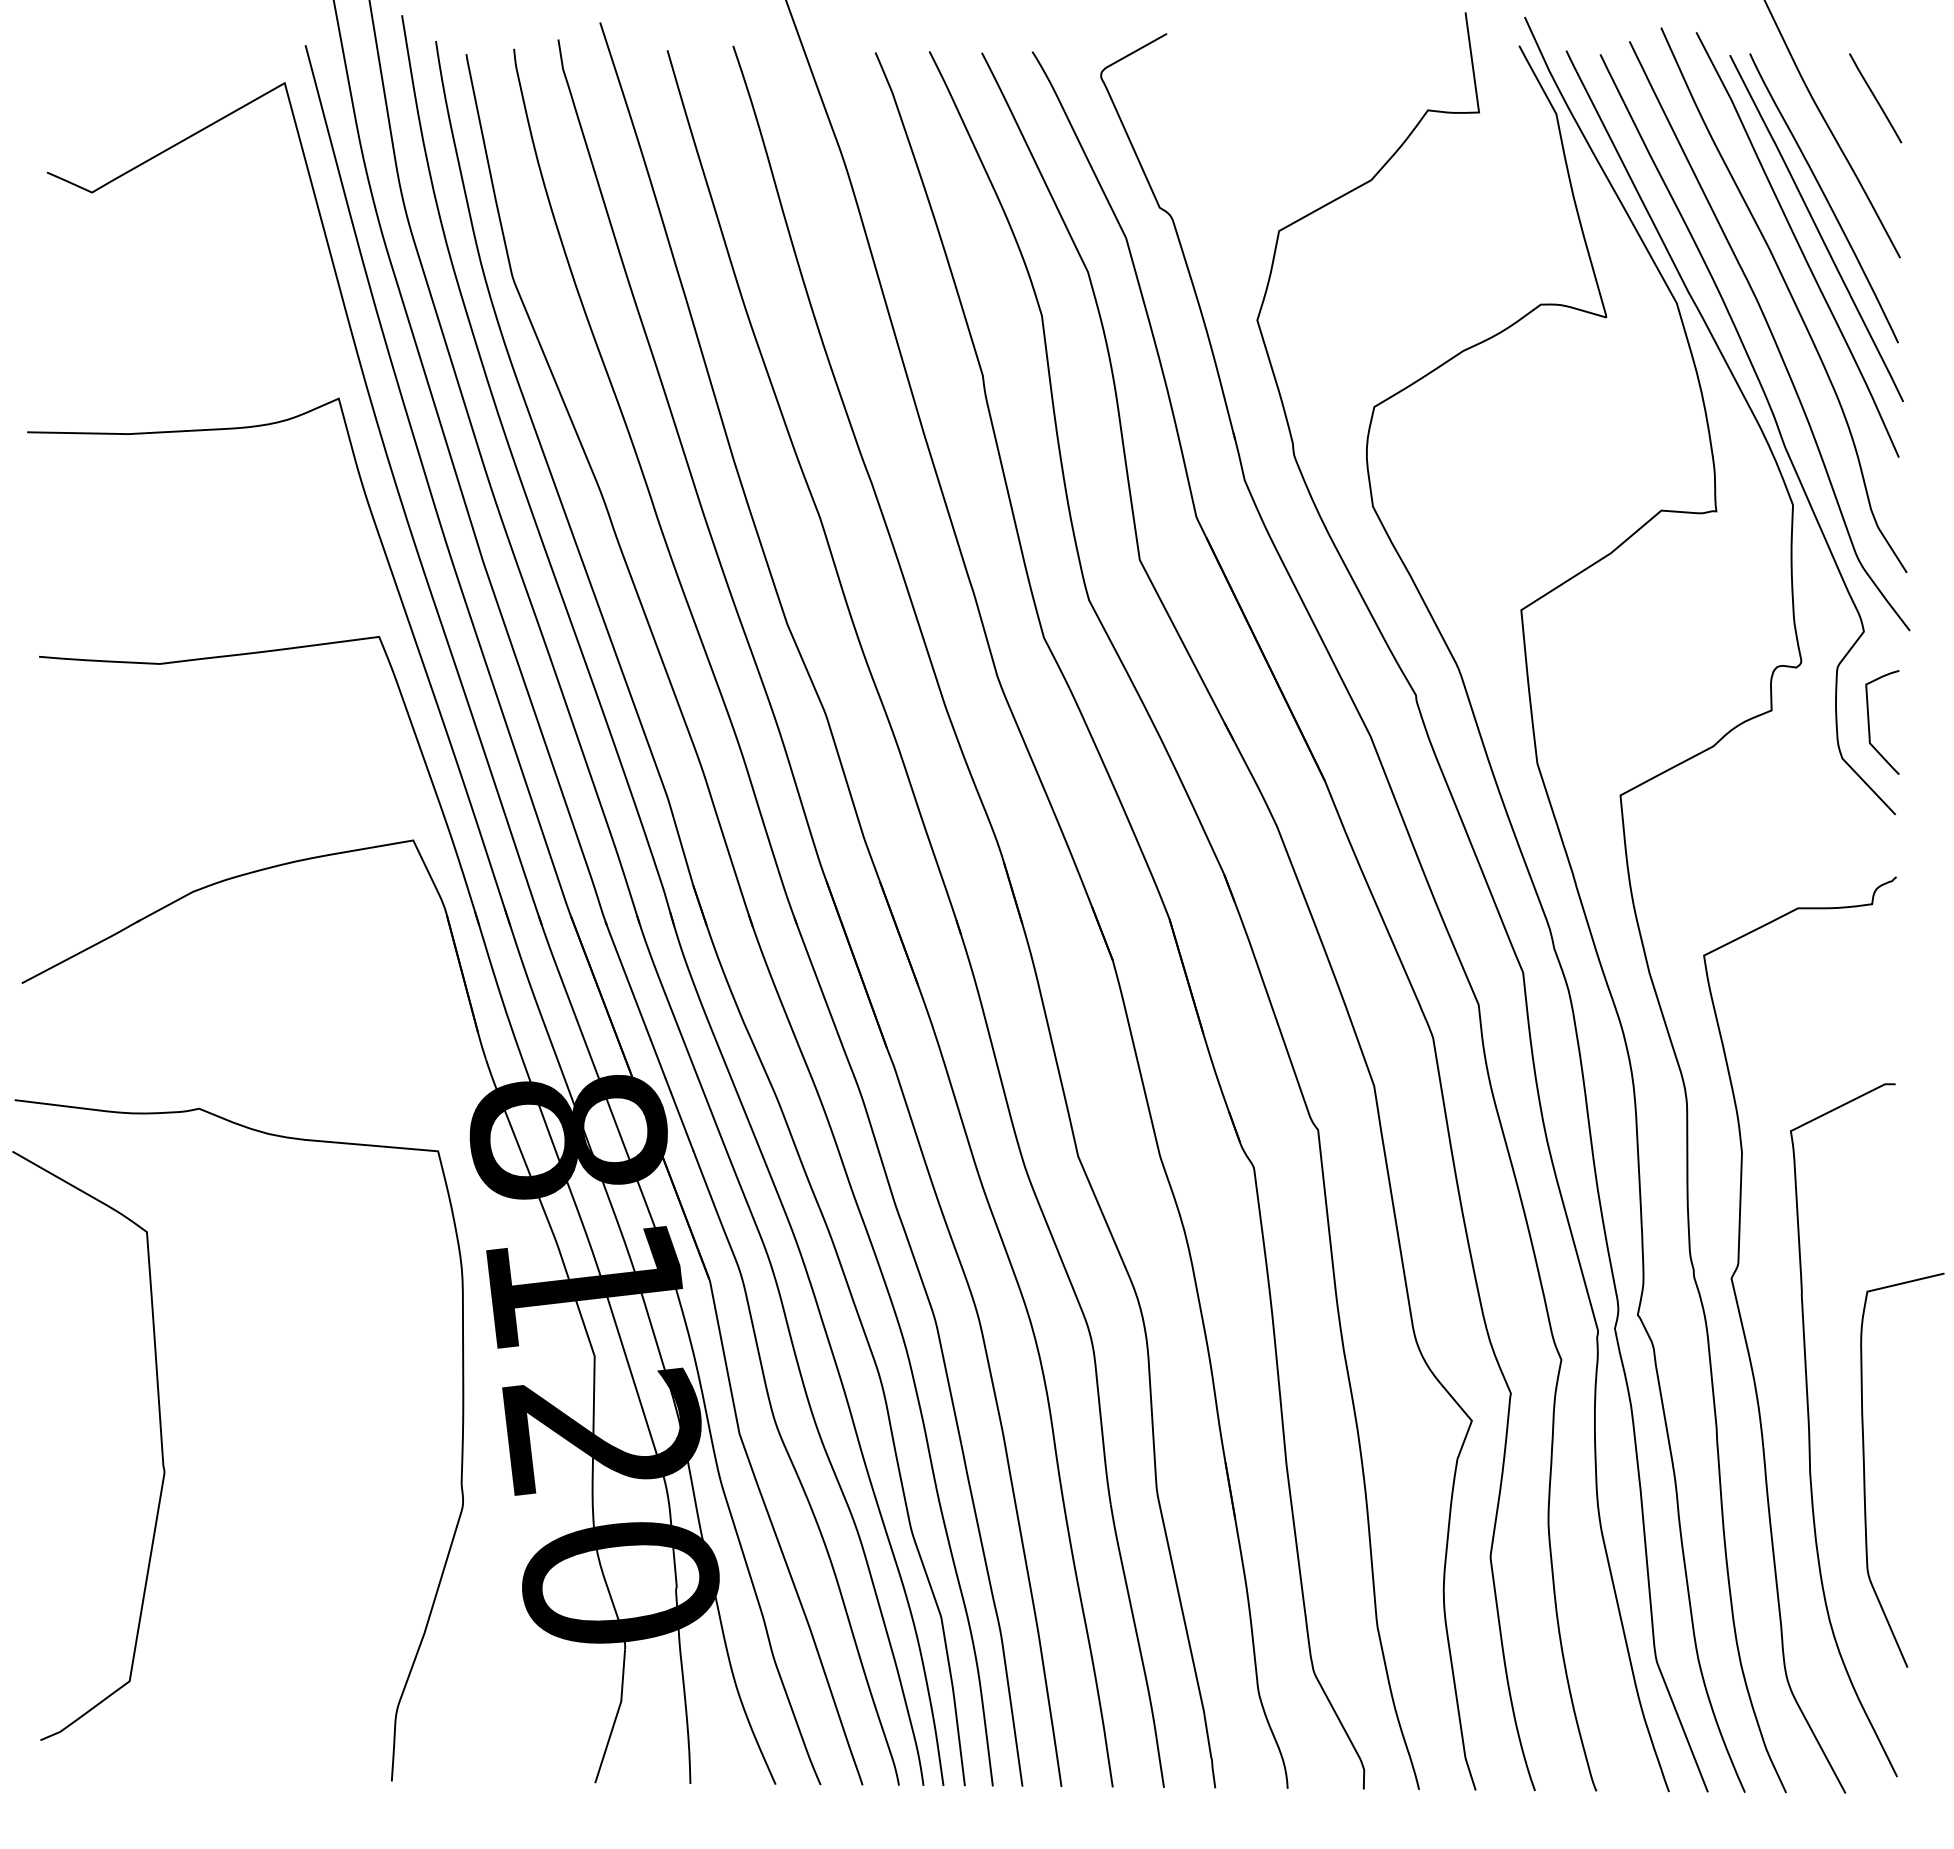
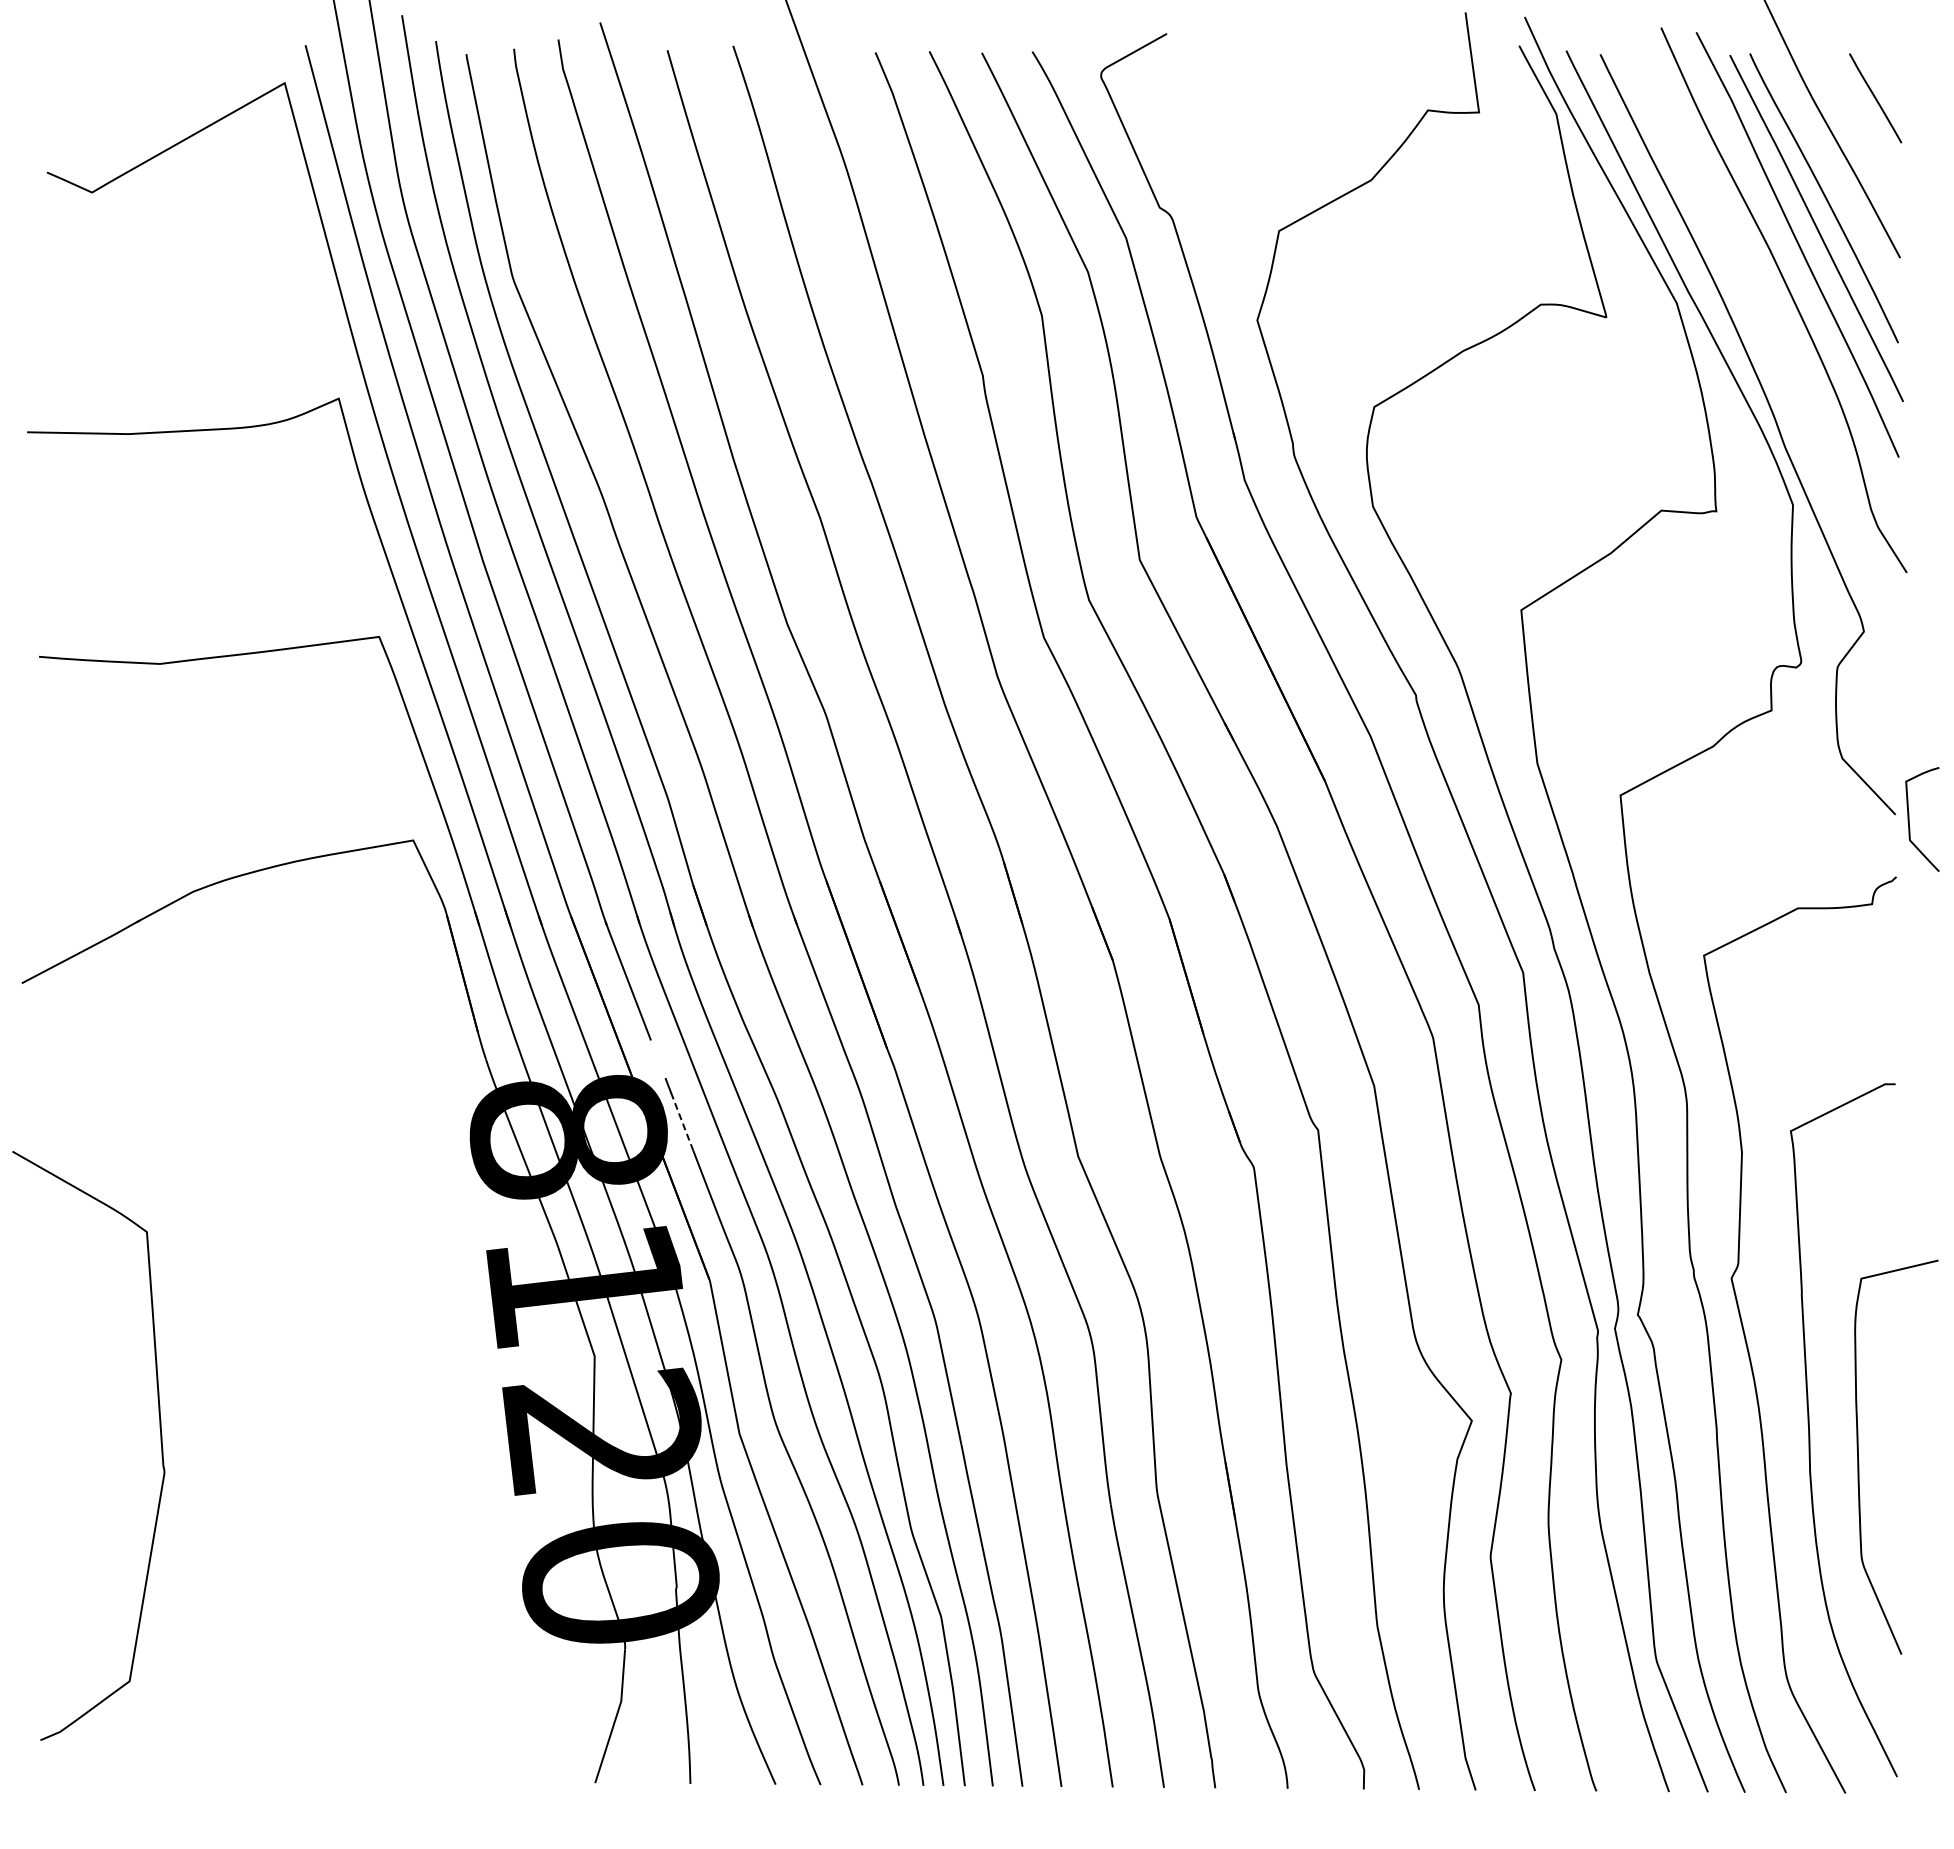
curve at (1771, 335): present -> none
curve at (1869, 722) position: (1869, 722) -> (1909, 819)
line at (657, 1059): present -> none
line at (681, 1121): solid -> dashed
curve at (461, 1441): present -> none
curve at (1865, 1473) position: (1865, 1473) -> (1859, 1460)
